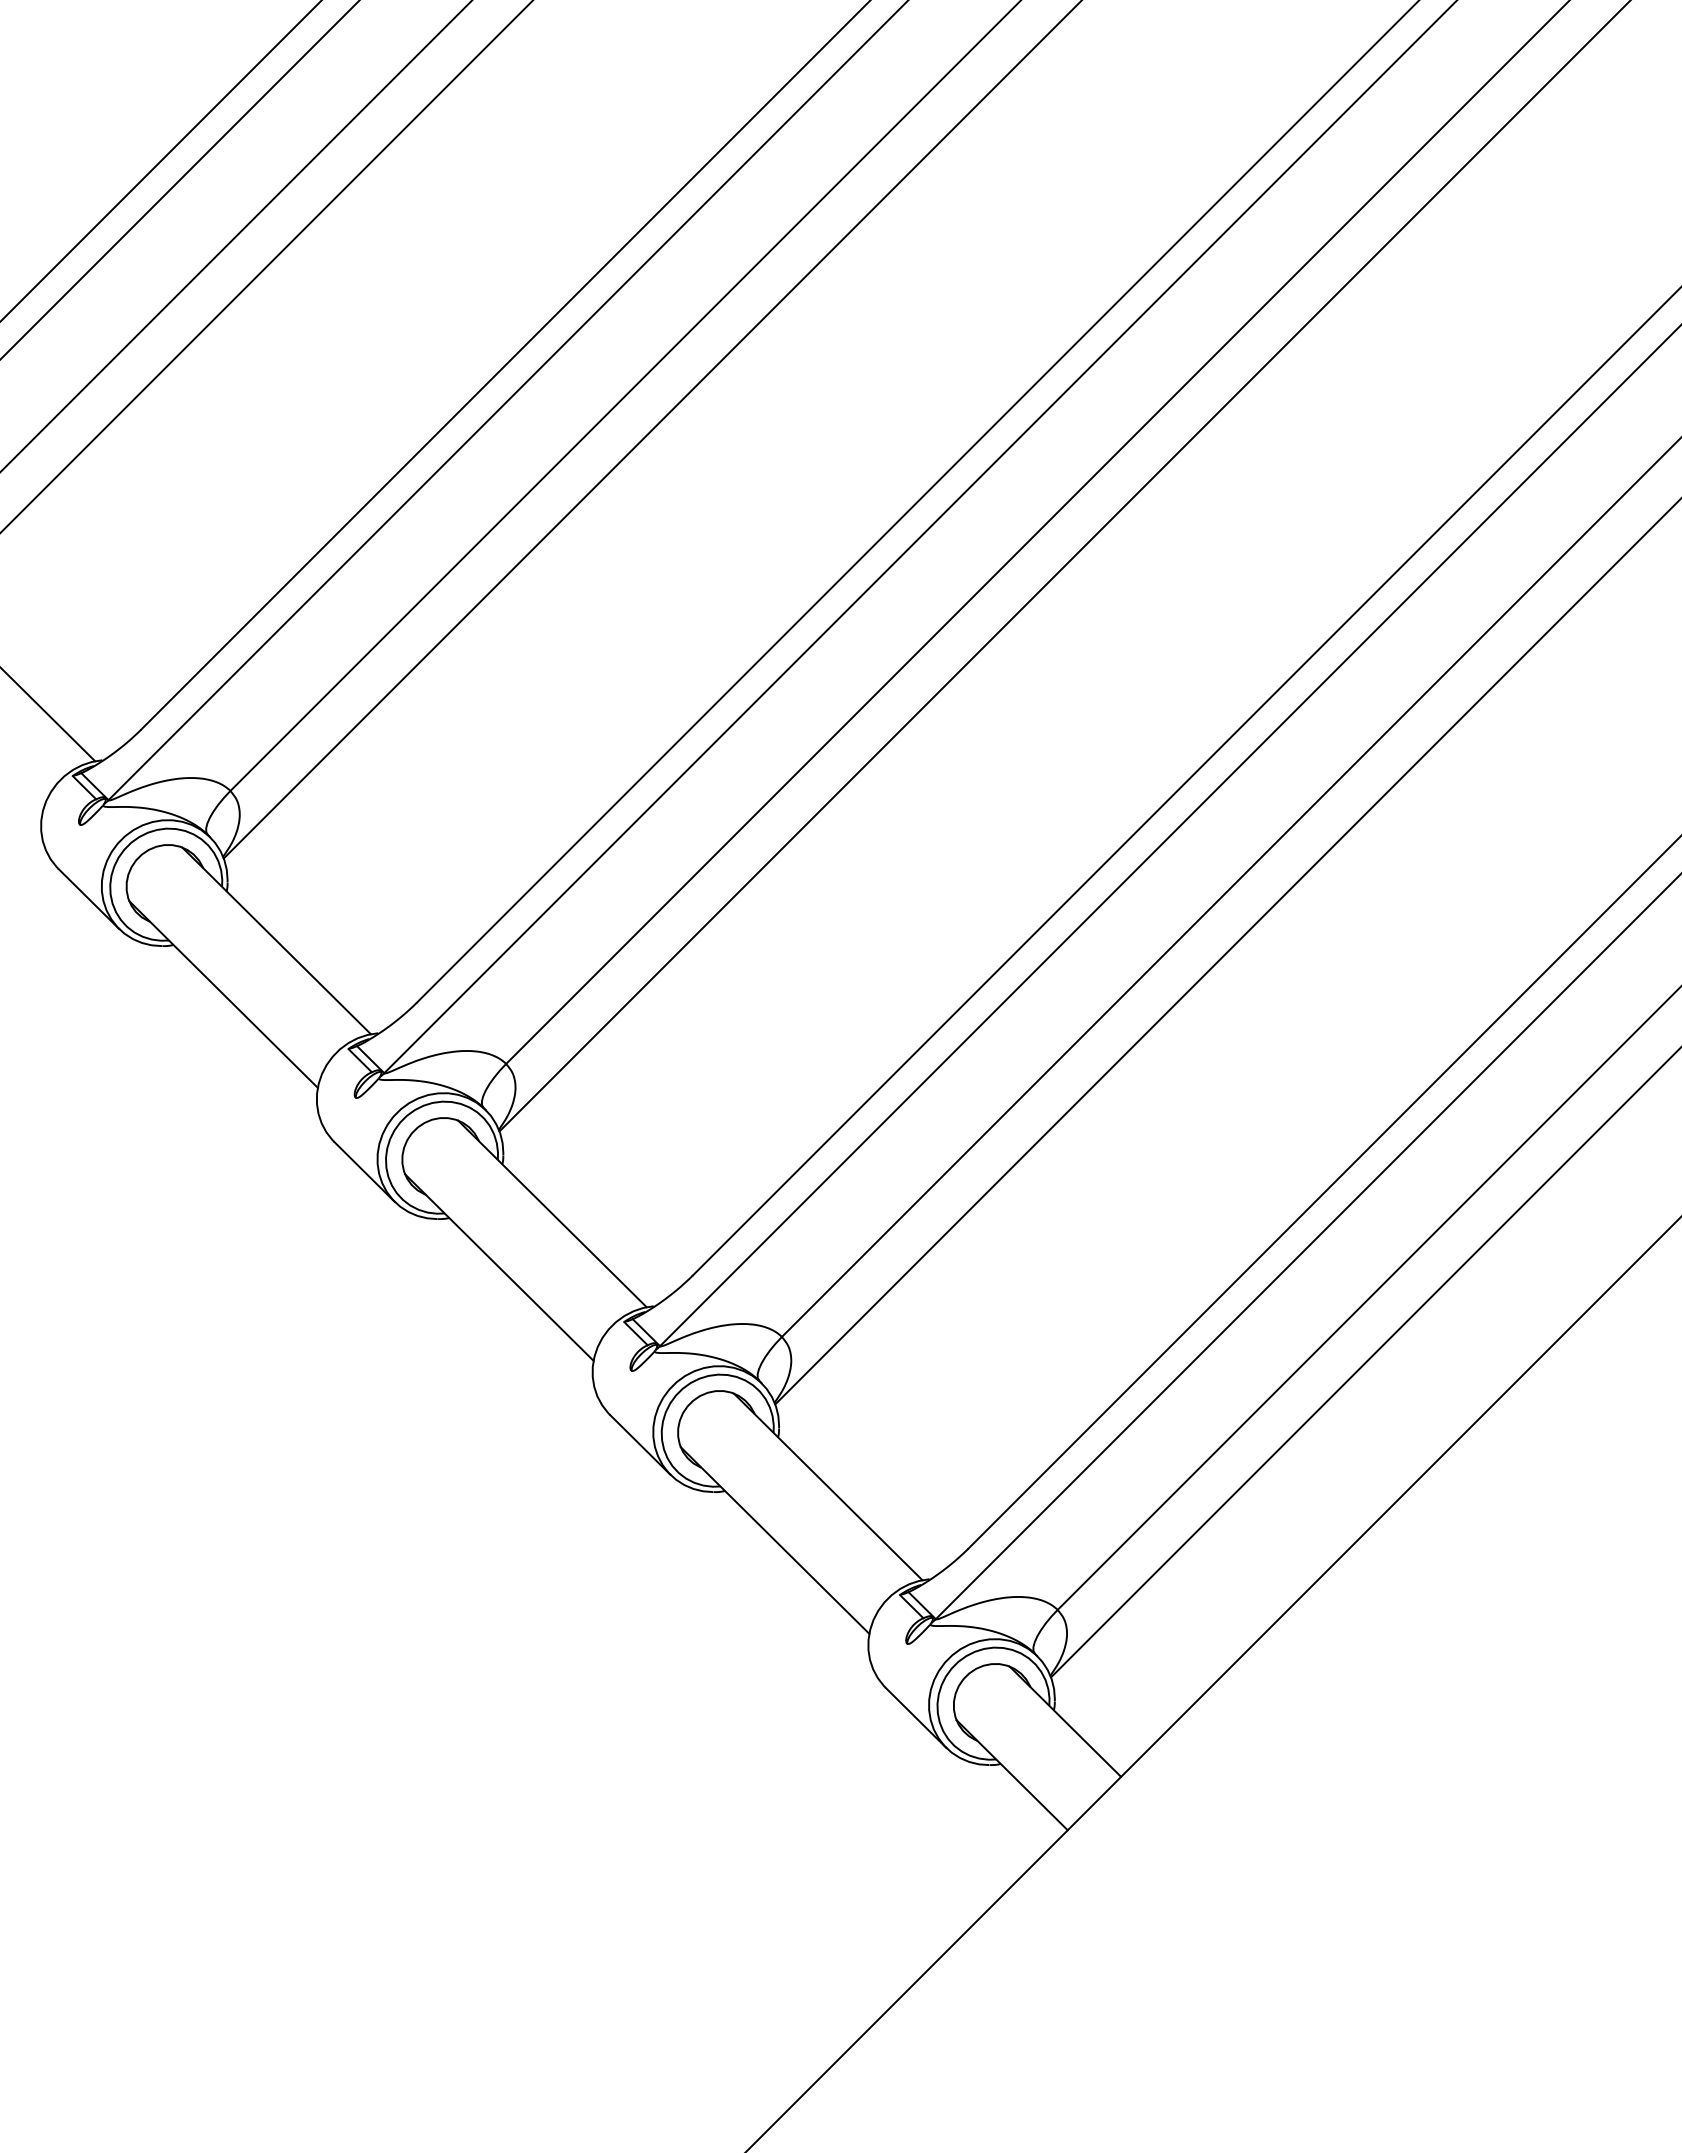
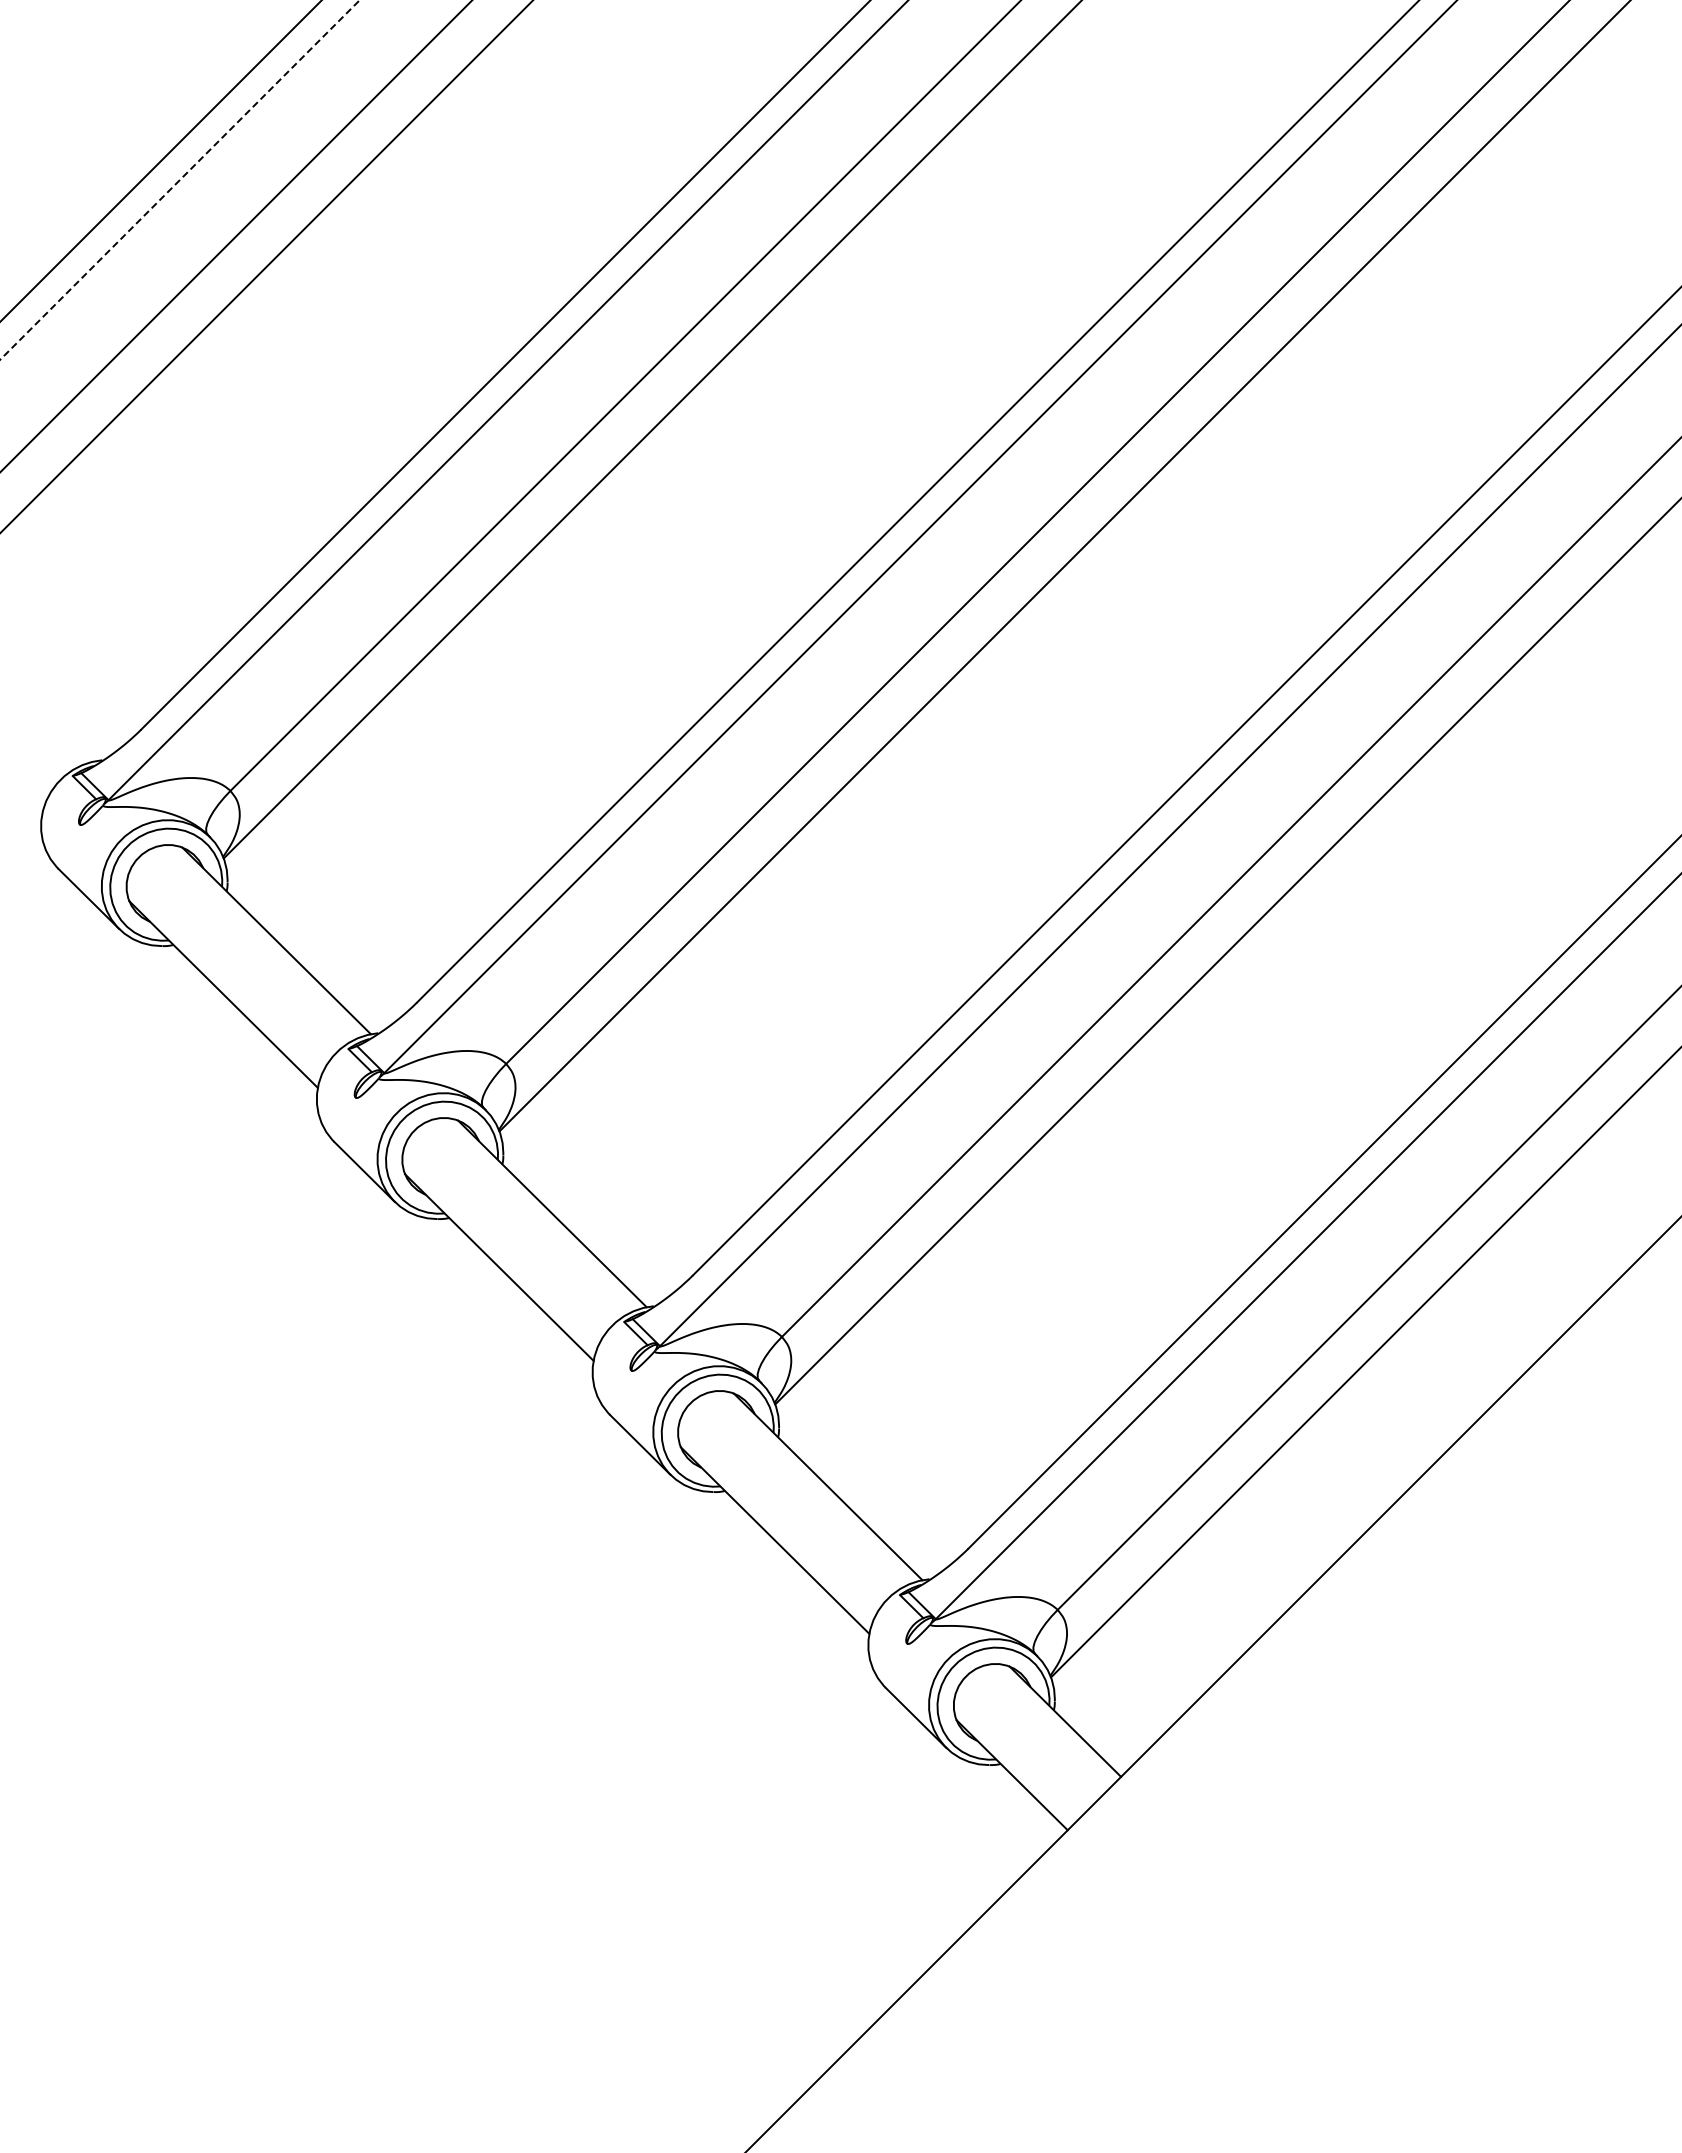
line at (179, 180): solid -> dashed
line at (48, 715): present -> none
